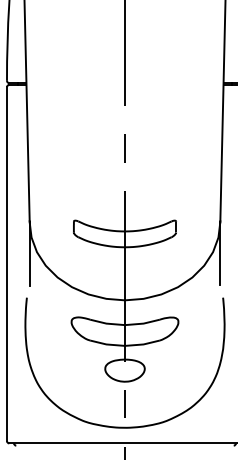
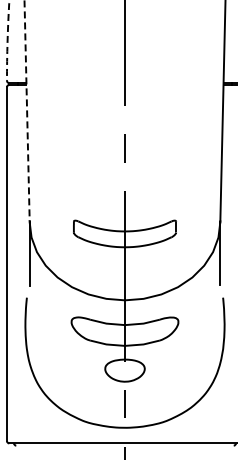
arc at (7, 41): solid -> dashed
line at (27, 111): solid -> dashed
